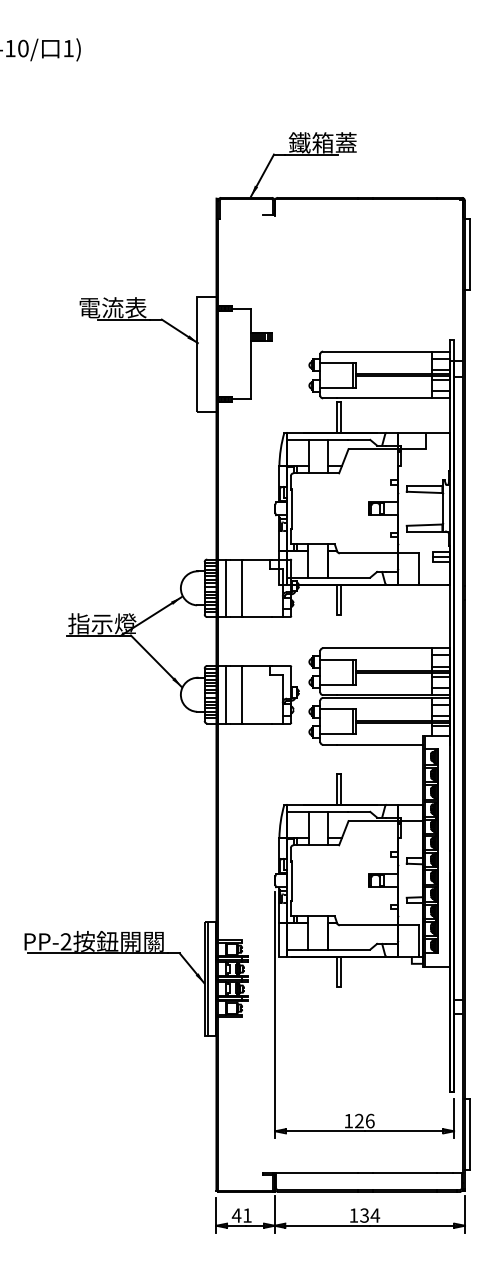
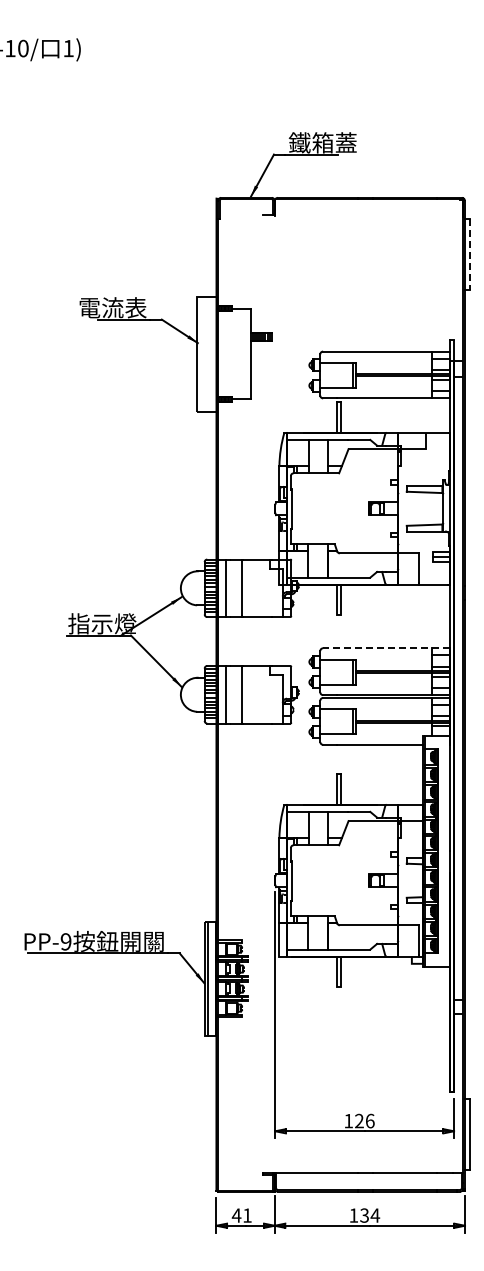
line at (469, 255): solid -> dashed
line at (385, 648): solid -> dashed
text at (65, 941): PP-2 -> PP-9
